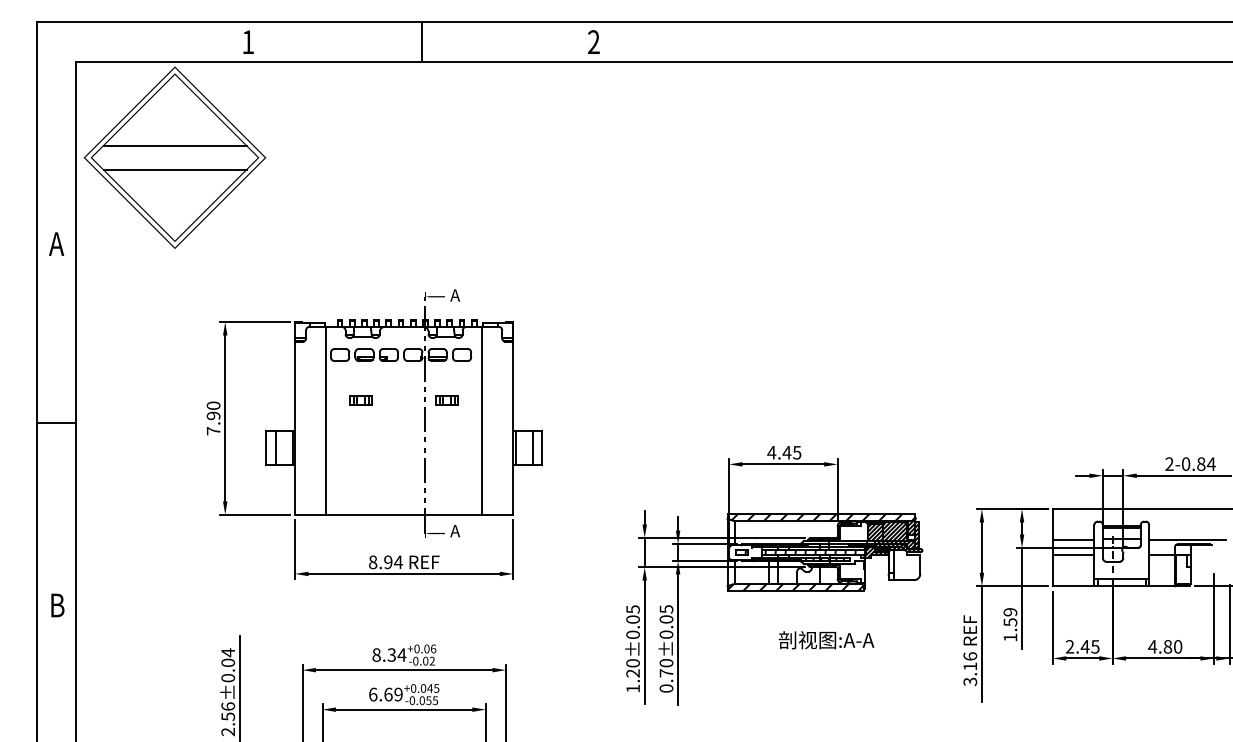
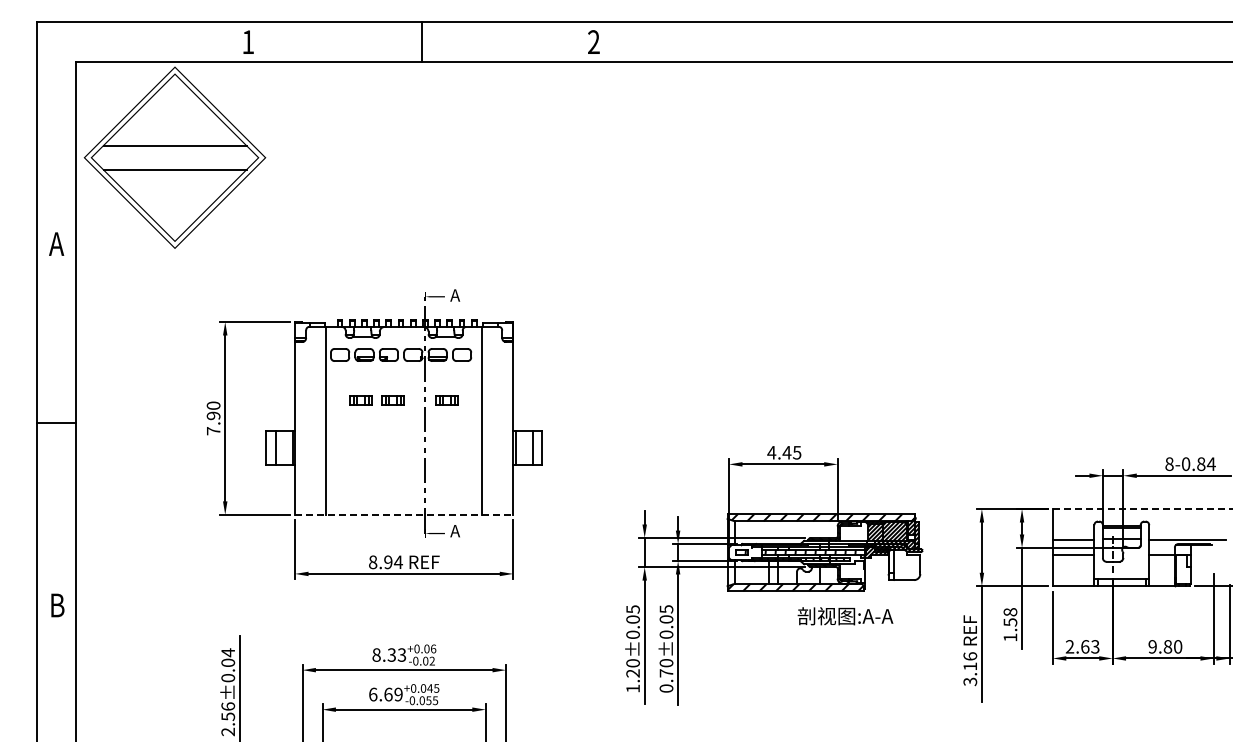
part at (392, 400): none -> present
text at (1169, 464): 2-0.84 -> 8-0.84
line at (1142, 509): solid -> dashed
line at (404, 514): solid -> dashed
text at (1010, 612): 1.59 -> 1.58
text at (826, 640) position: (826, 640) -> (845, 616)
text at (1089, 646): 2.45 -> 2.63
text at (1152, 646): 4.80 -> 9.80
text at (401, 654): 8.34 -> 8.33
